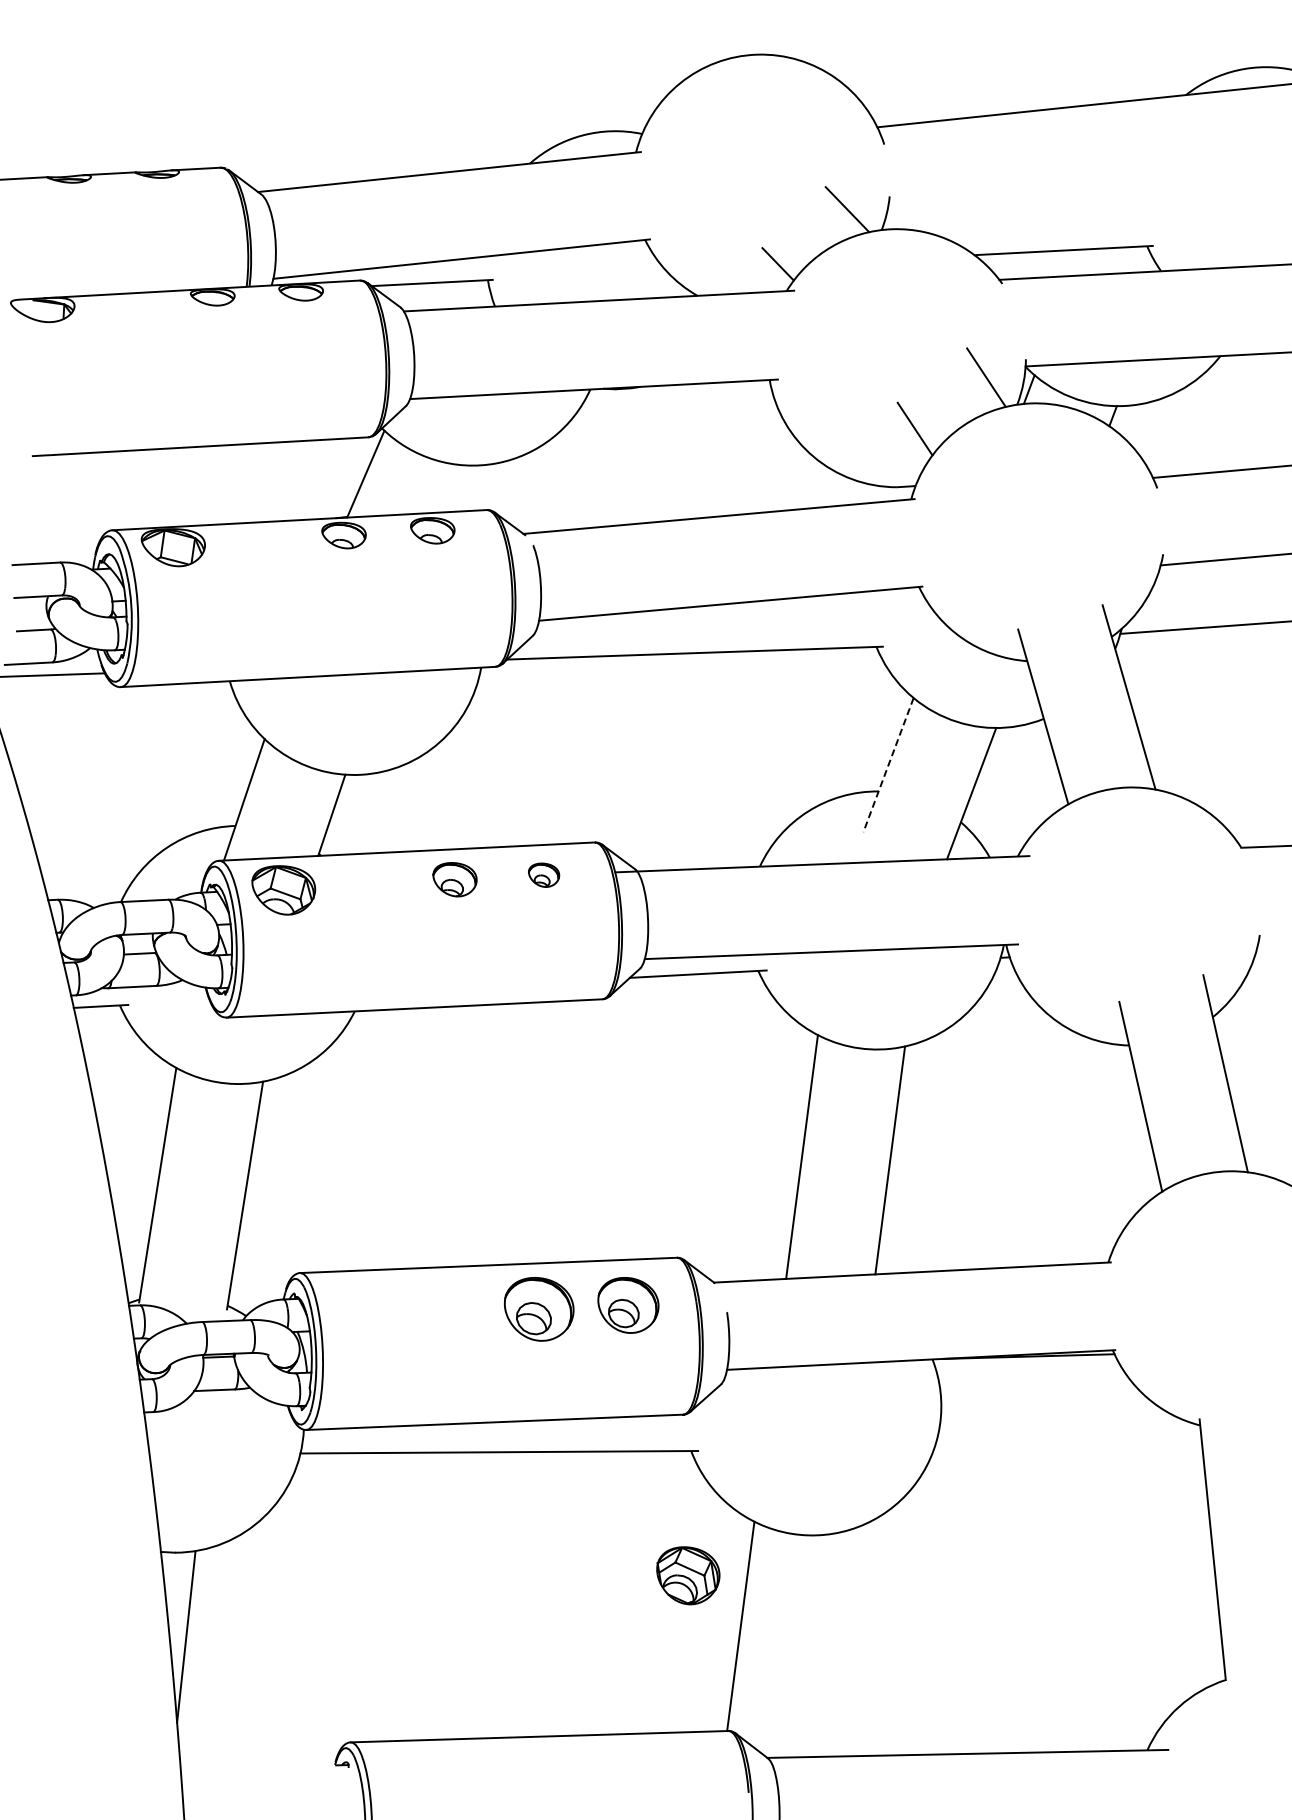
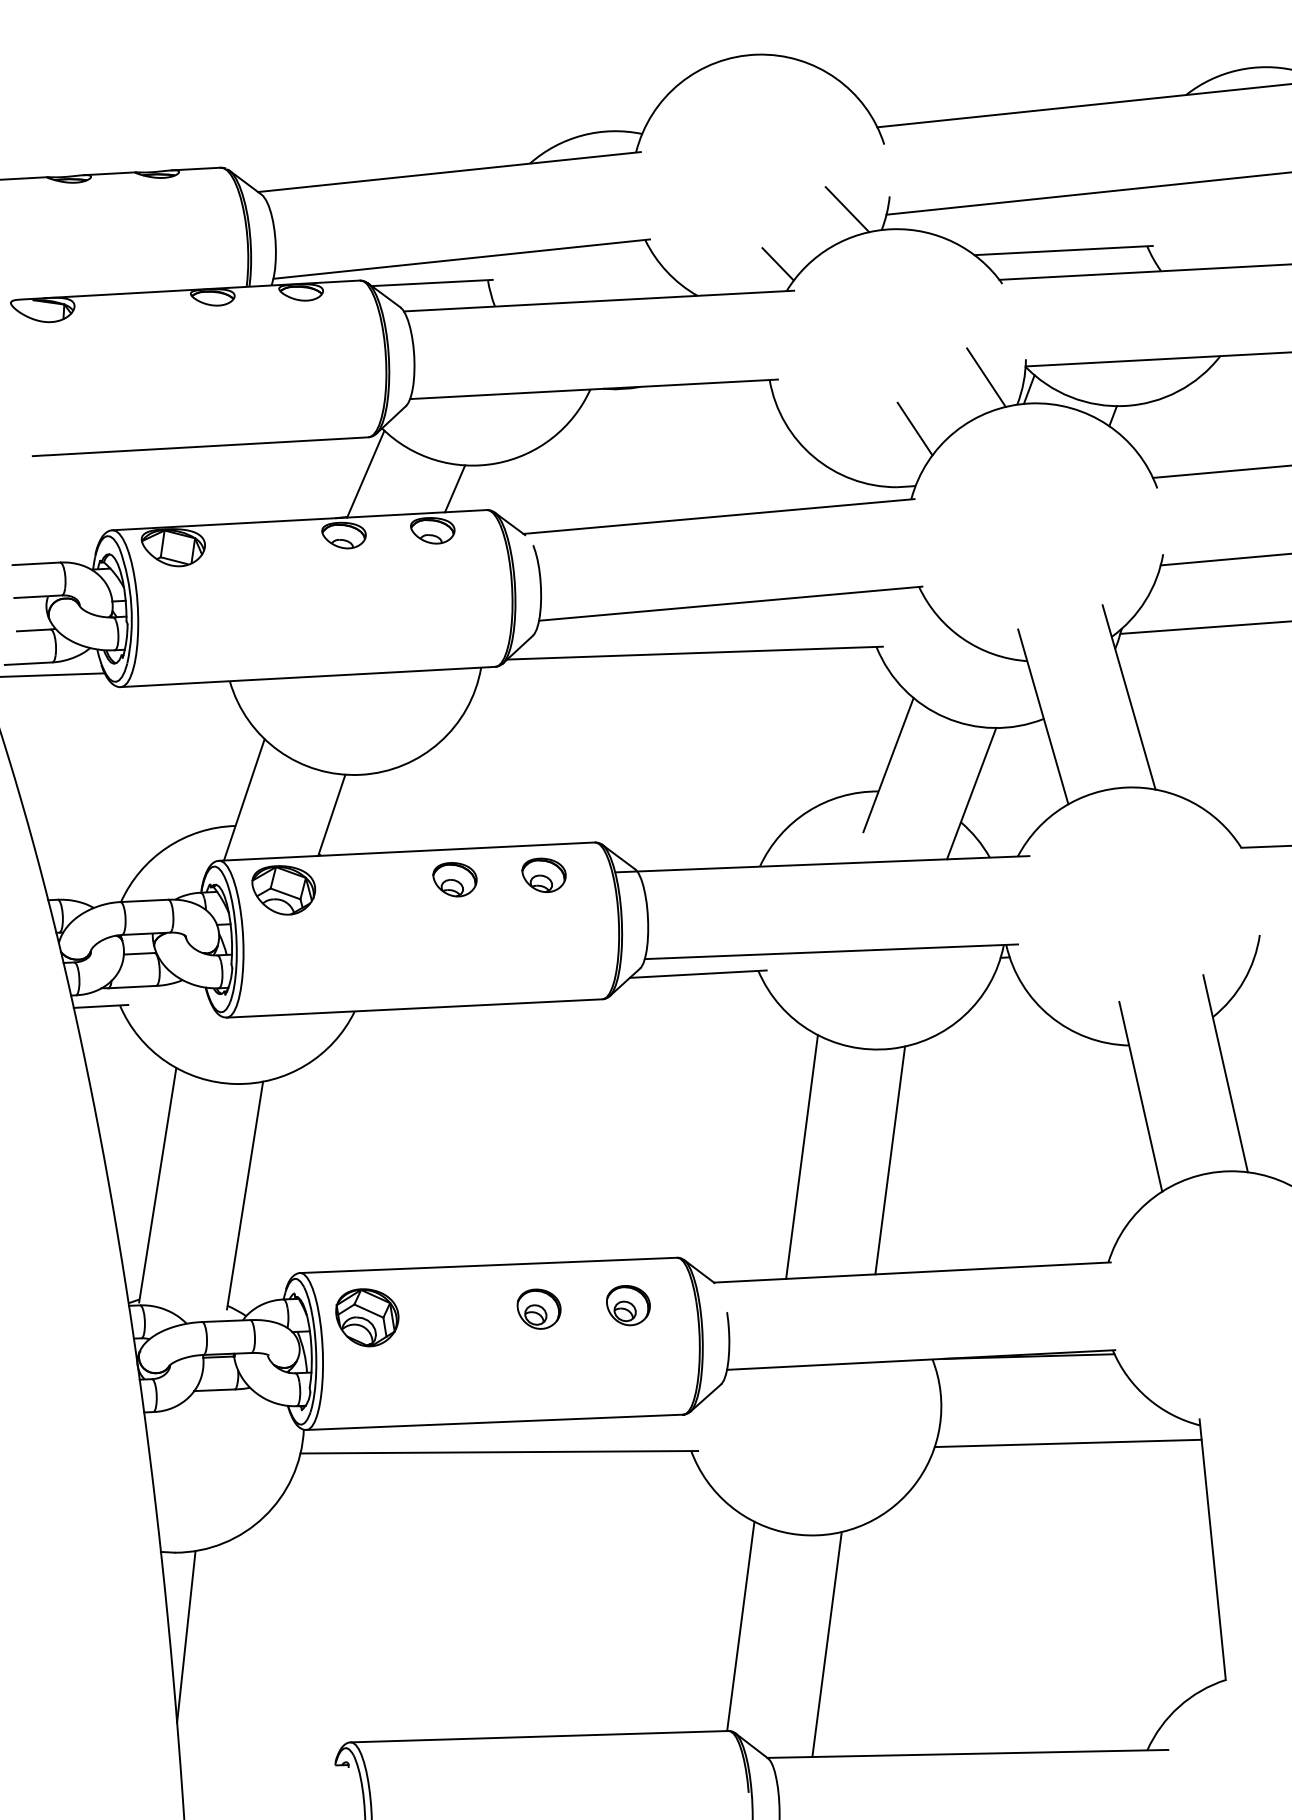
line at (1087, 193): none -> present
line at (455, 488): none -> present
line at (888, 765): dashed -> solid
part at (544, 874) size: 33x26 px -> 46x36 px
part at (628, 1305) size: 63x57 px -> 45x42 px
part at (539, 1309) size: 71x65 px -> 46x42 px
line at (1067, 1443): none -> present
part at (688, 1575) position: (688, 1575) -> (367, 1317)
line at (826, 1644): none -> present
